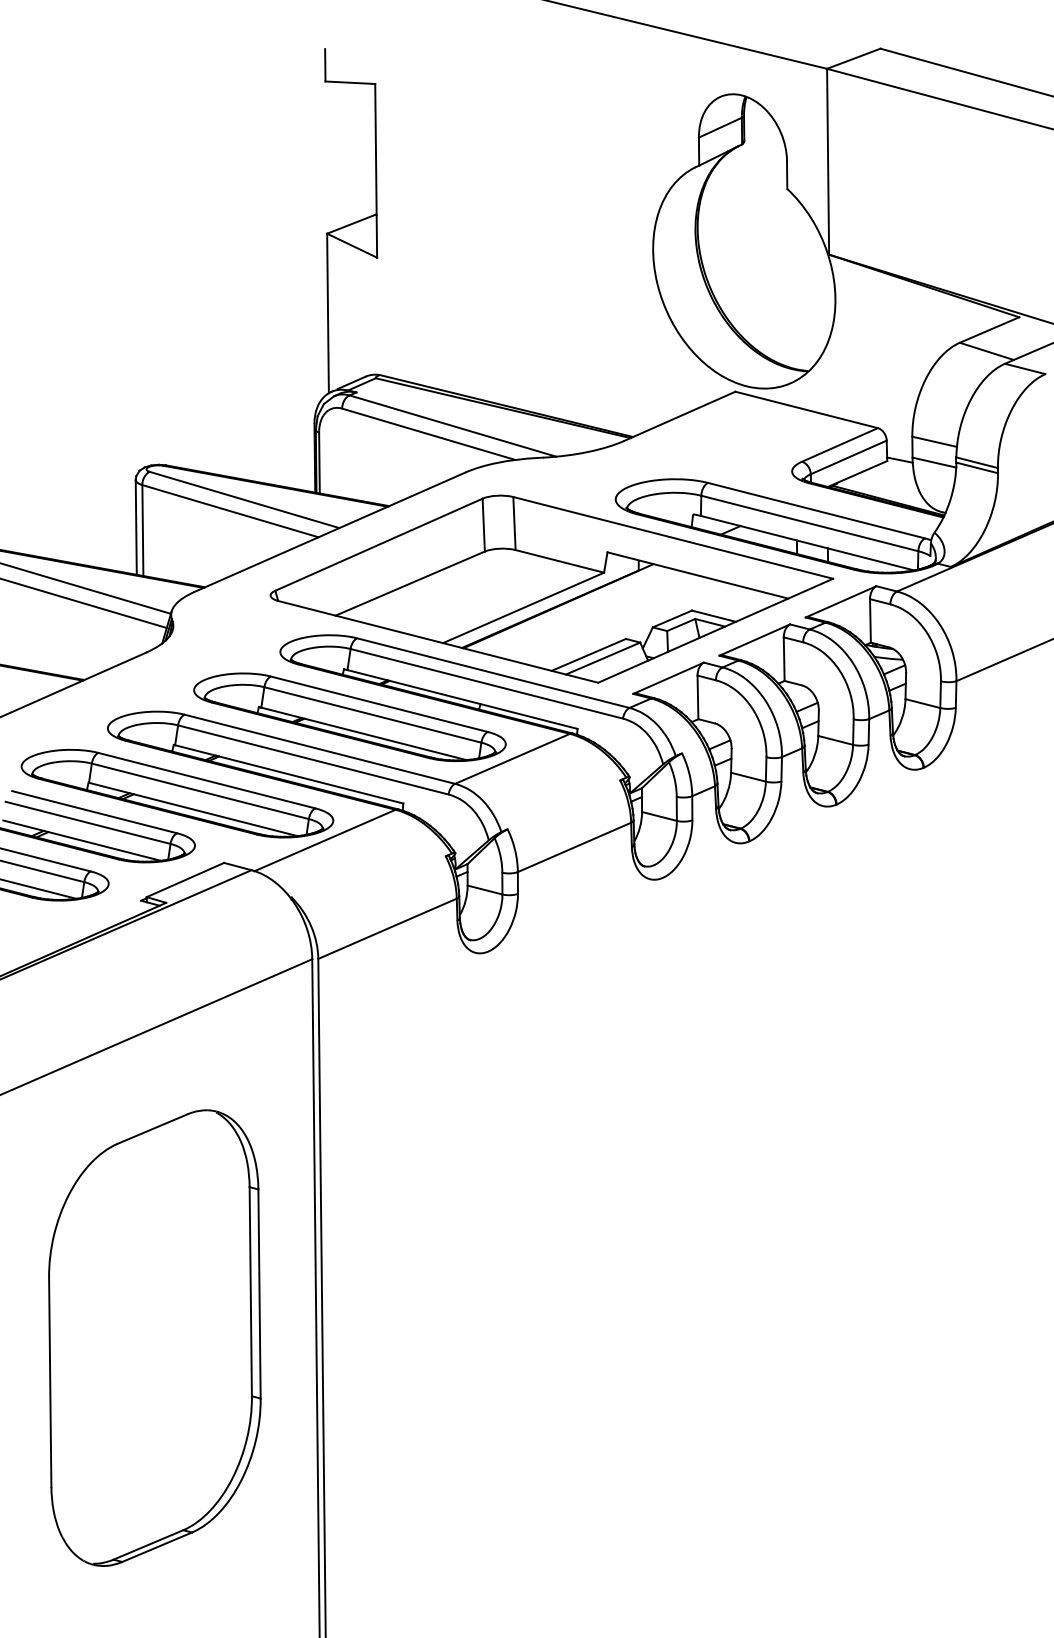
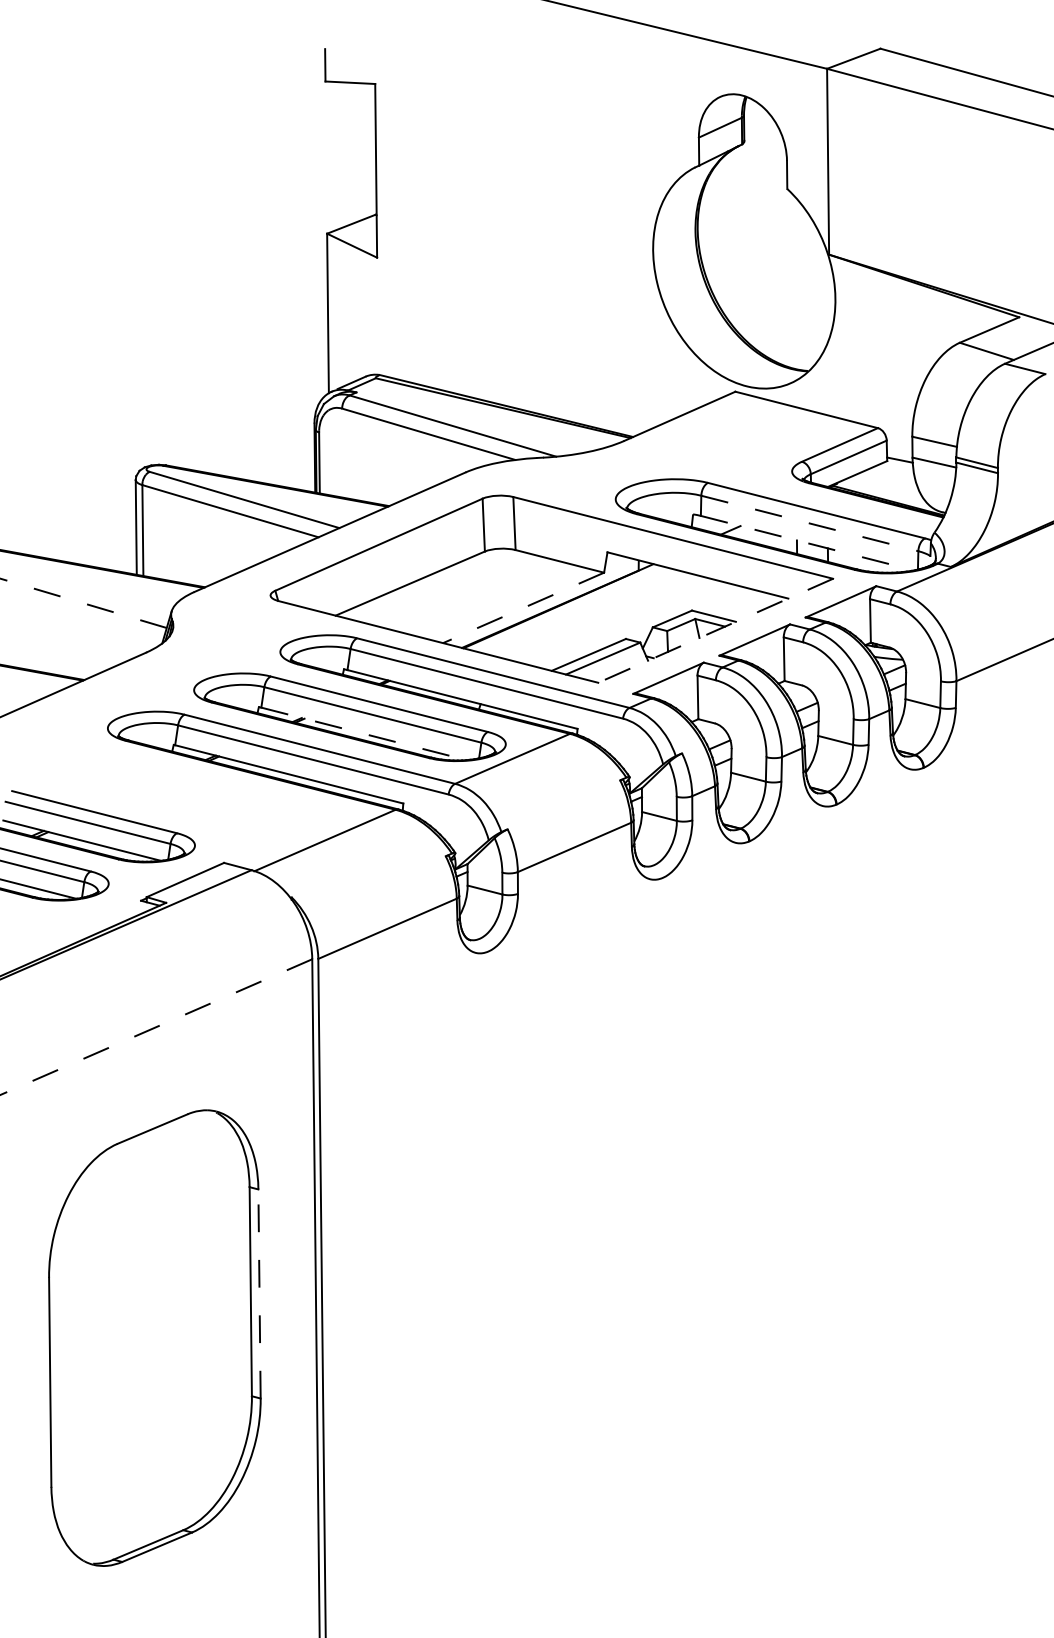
line at (810, 523): solid -> dashed
line at (807, 543): solid -> dashed
line at (86, 588): present -> none
line at (83, 603): solid -> dashed
line at (523, 607): solid -> dashed
line at (715, 630): solid -> dashed
line at (363, 733): solid -> dashed
part at (177, 793): present -> none
line at (155, 1027): solid -> dashed
line at (259, 1293): solid -> dashed
